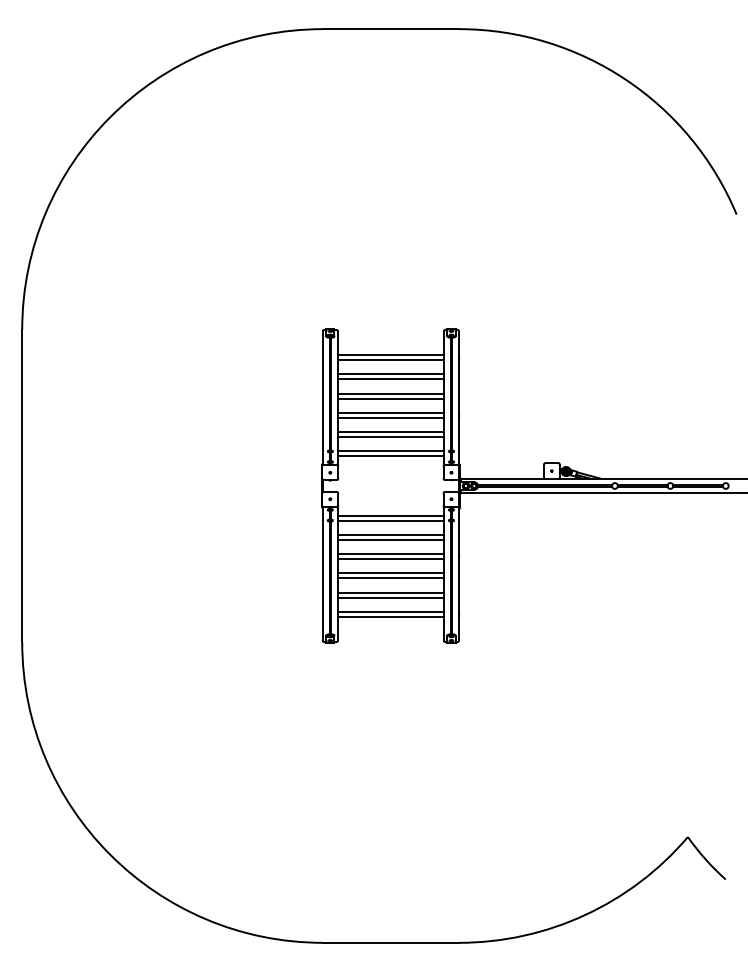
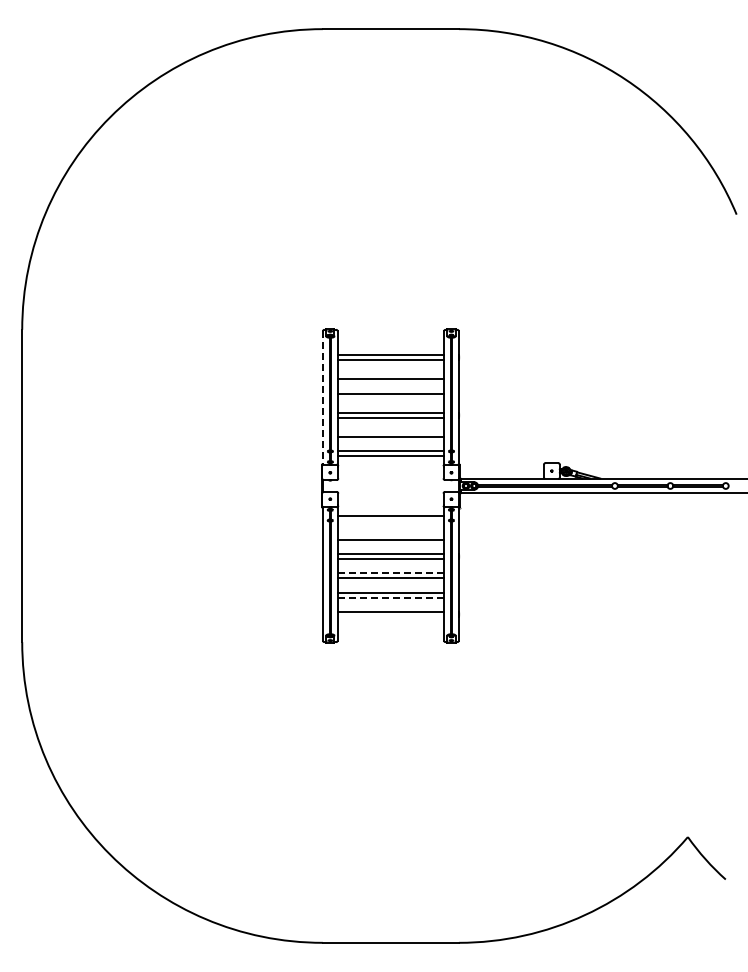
line at (390, 374): present -> none
line at (322, 398): solid -> dashed
line at (390, 398): present -> none
line at (390, 432): present -> none
line at (390, 520): present -> none
line at (390, 534): present -> none
line at (391, 573): solid -> dashed
line at (391, 597): solid -> dashed
line at (390, 616): present -> none
